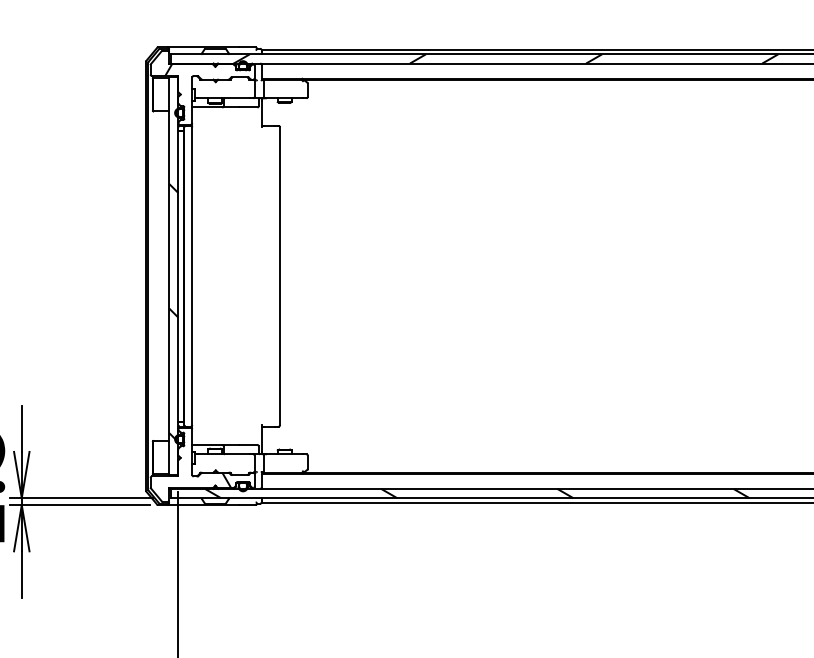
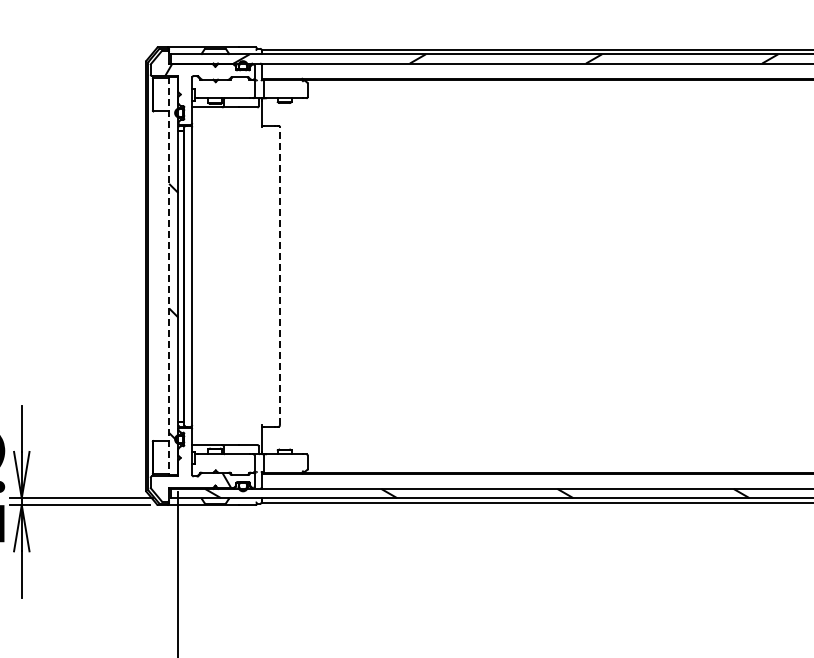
line at (169, 276): solid -> dashed
line at (280, 276): solid -> dashed
